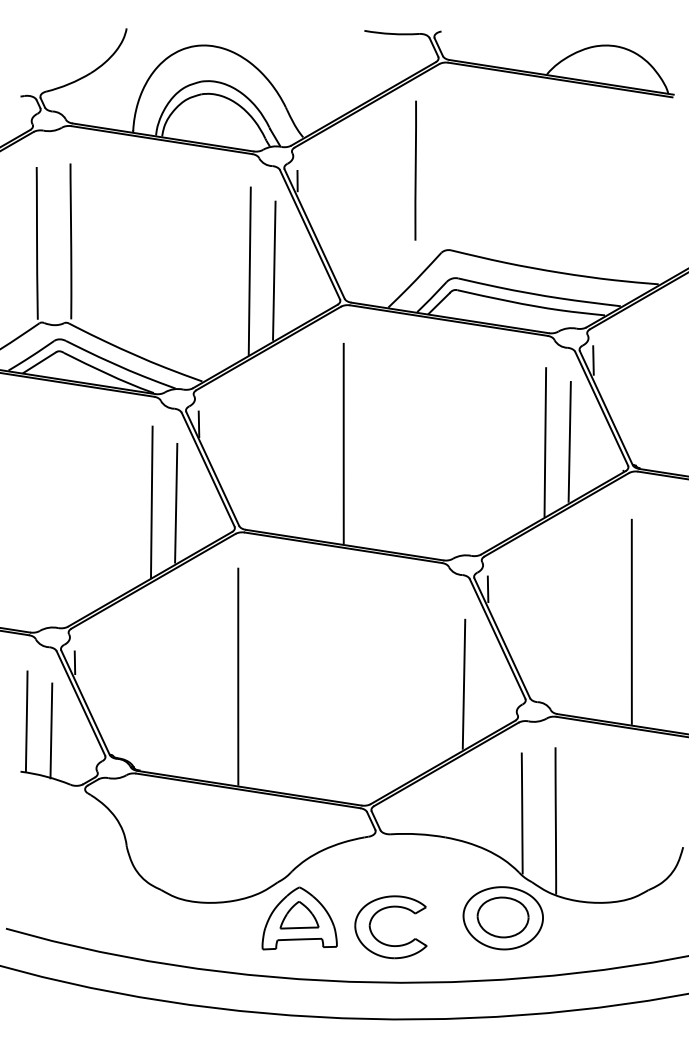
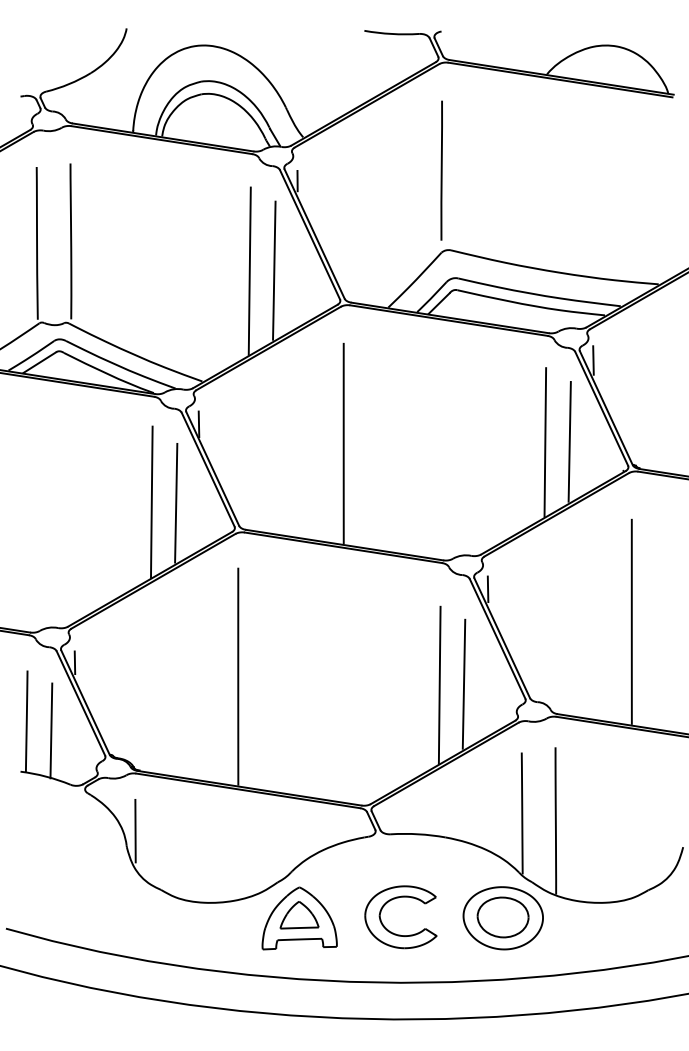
line at (415, 170) position: (415, 170) -> (441, 170)
line at (439, 684): none -> present
line at (135, 830): none -> present
part at (386, 943) position: (386, 943) -> (396, 933)
